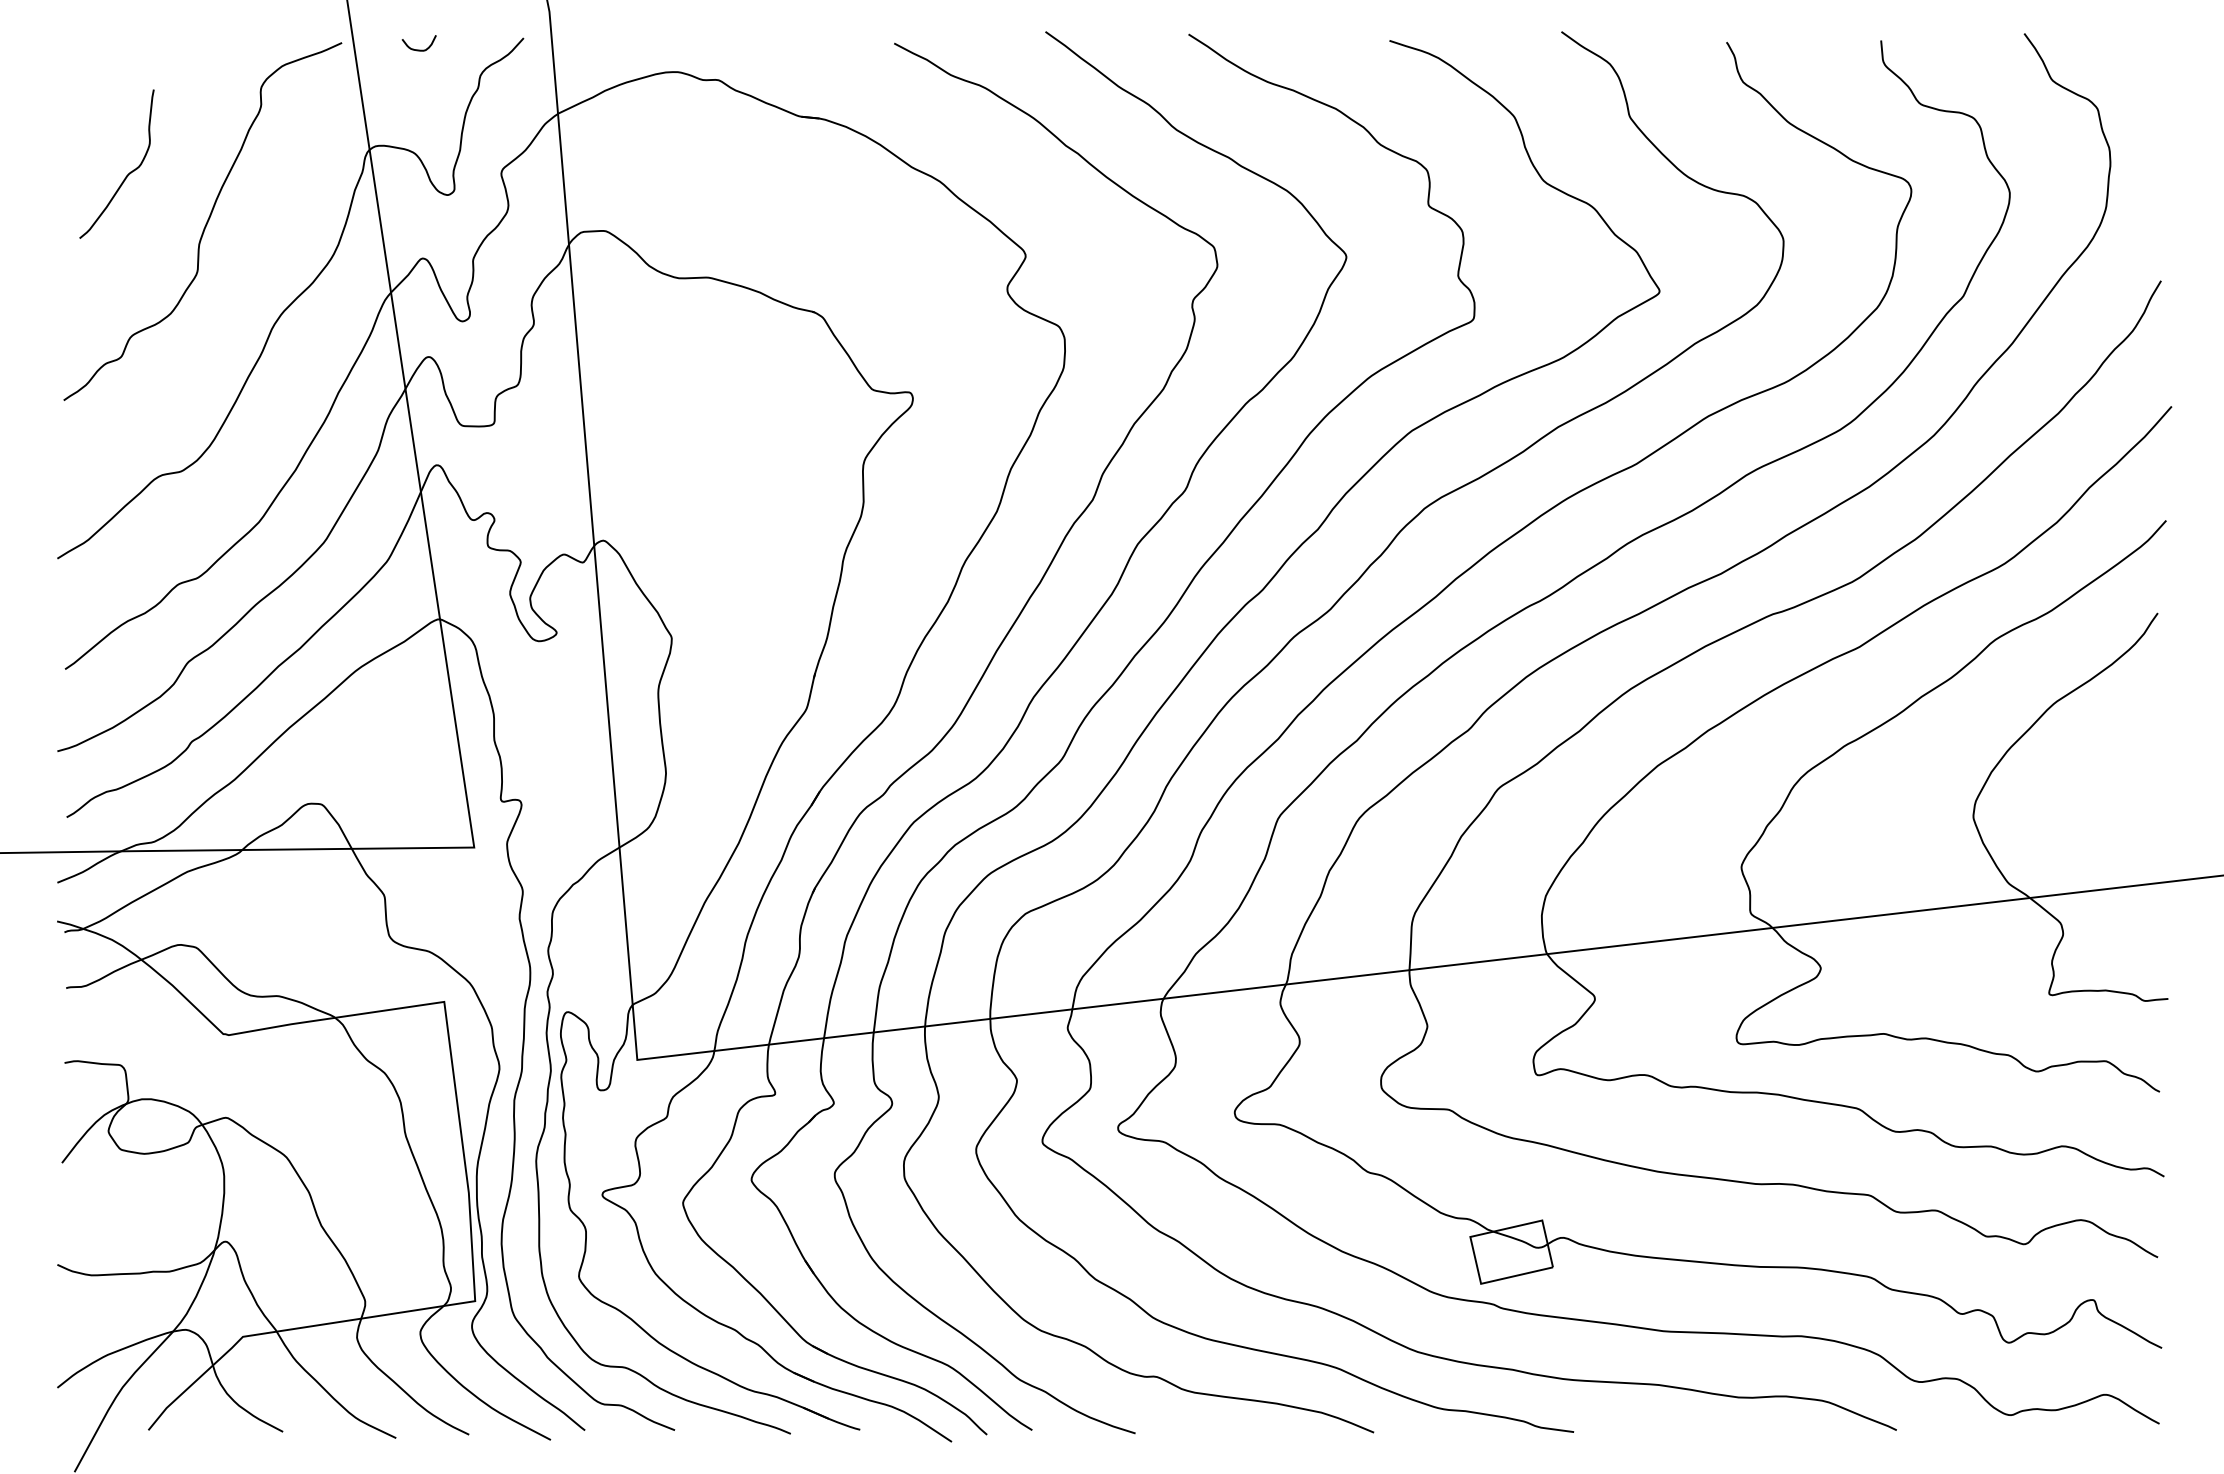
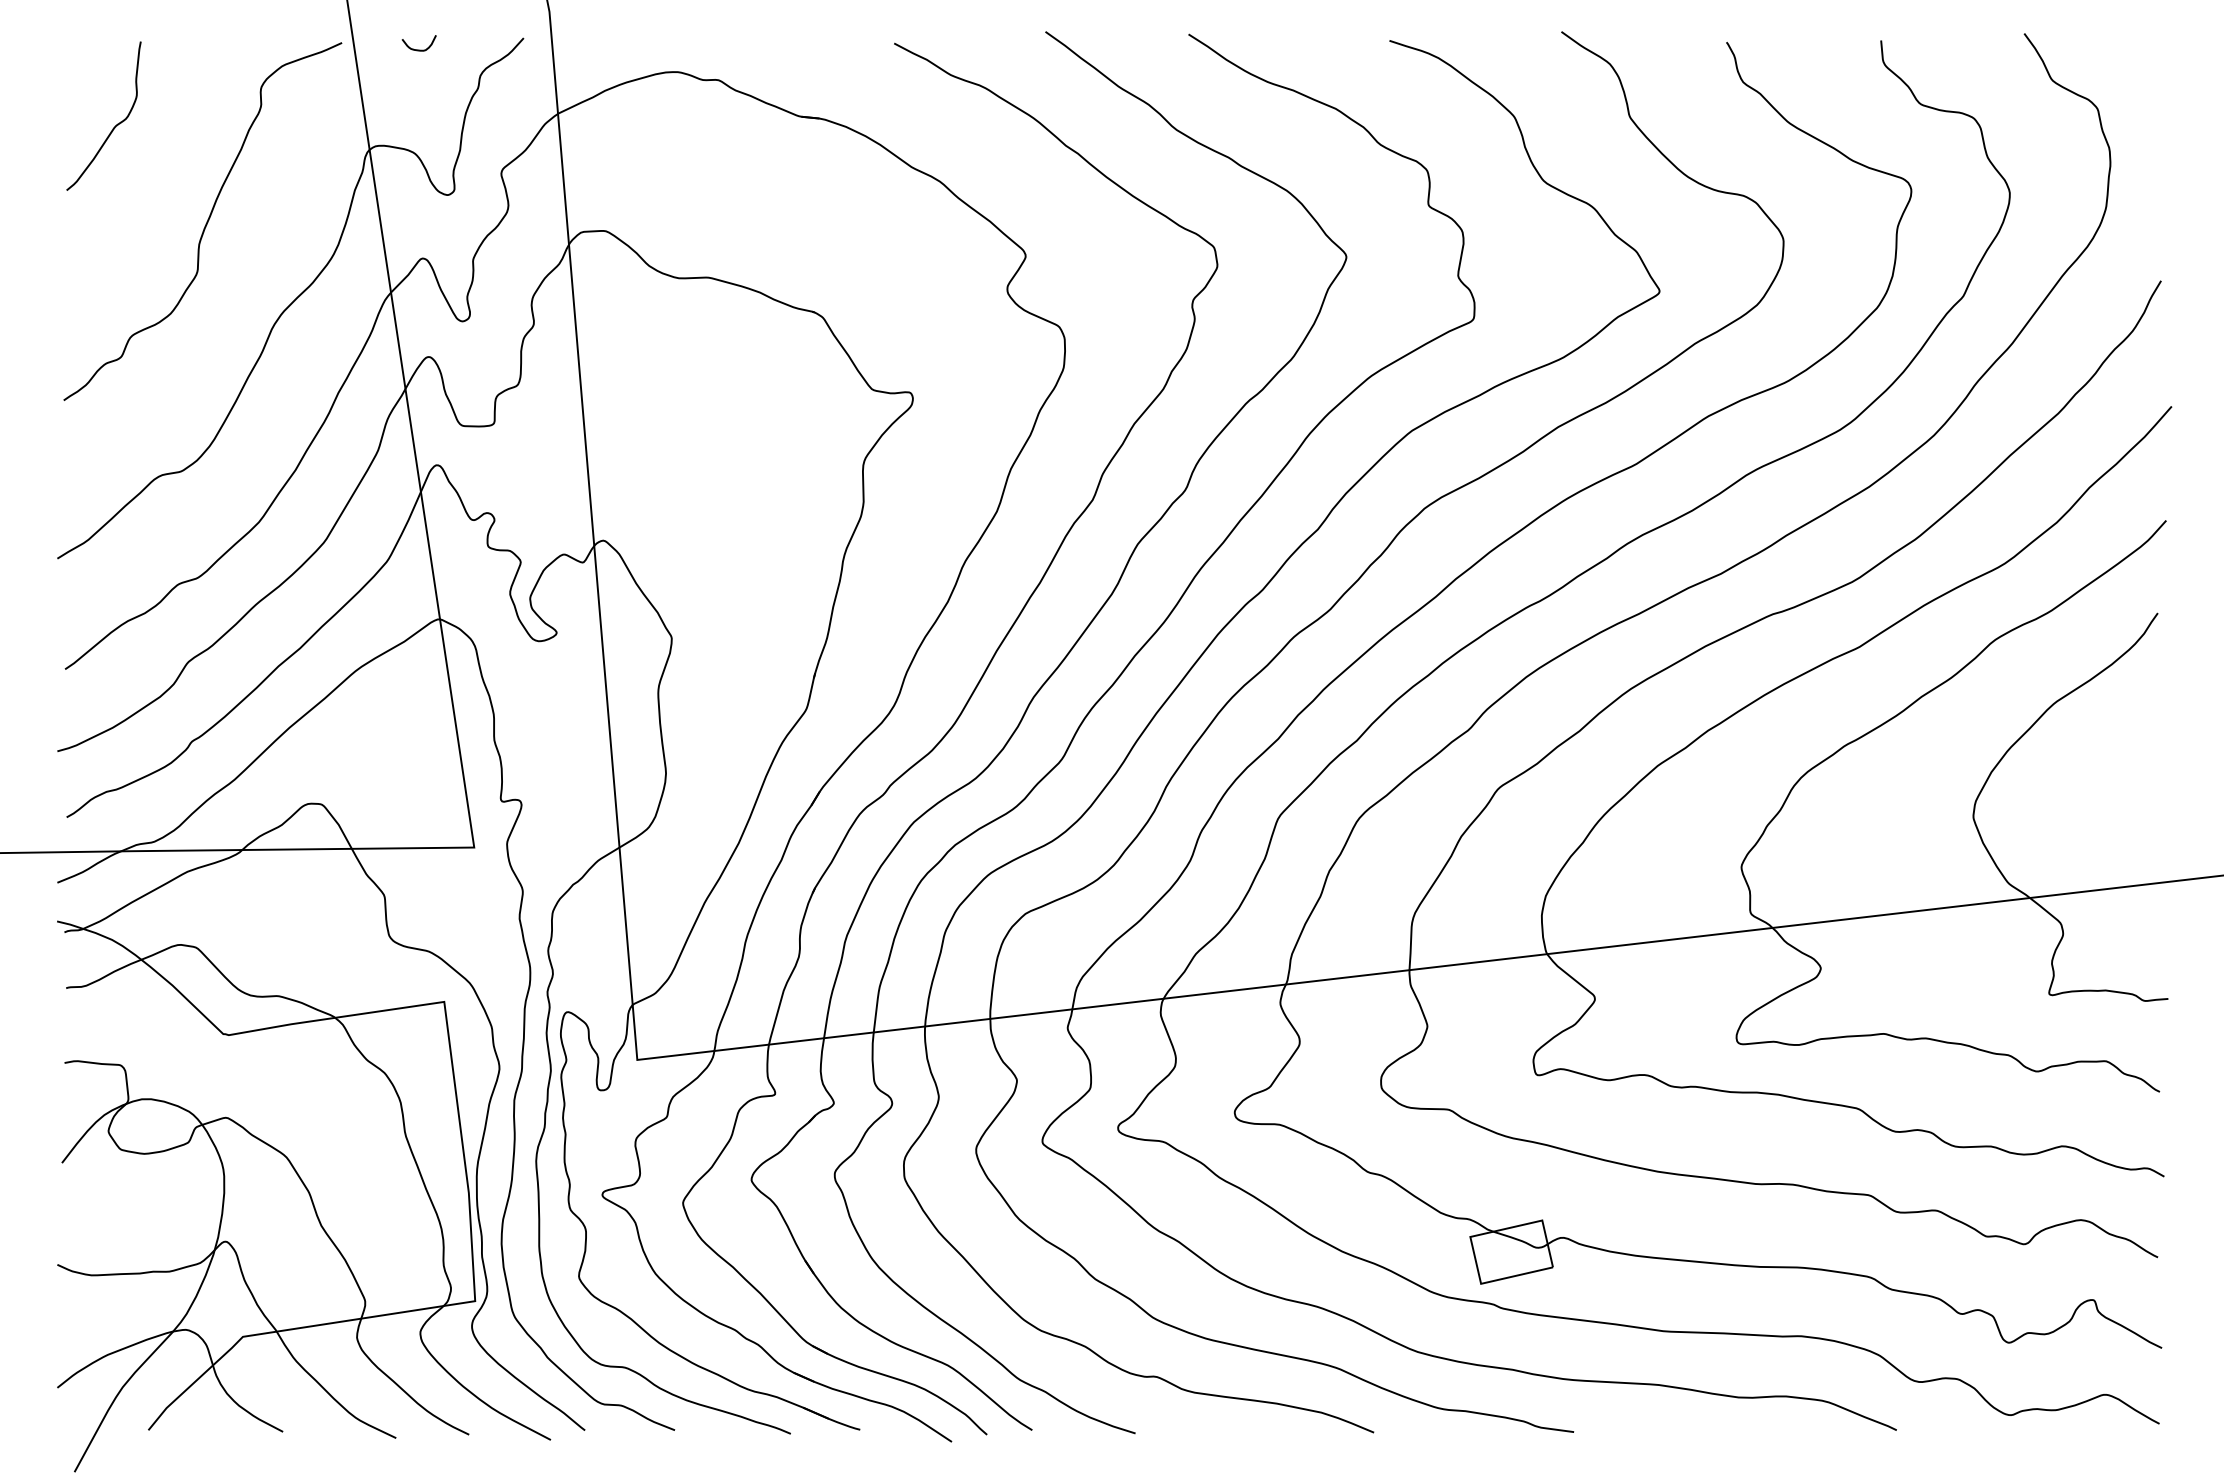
curve at (127, 174) position: (127, 174) -> (114, 126)
